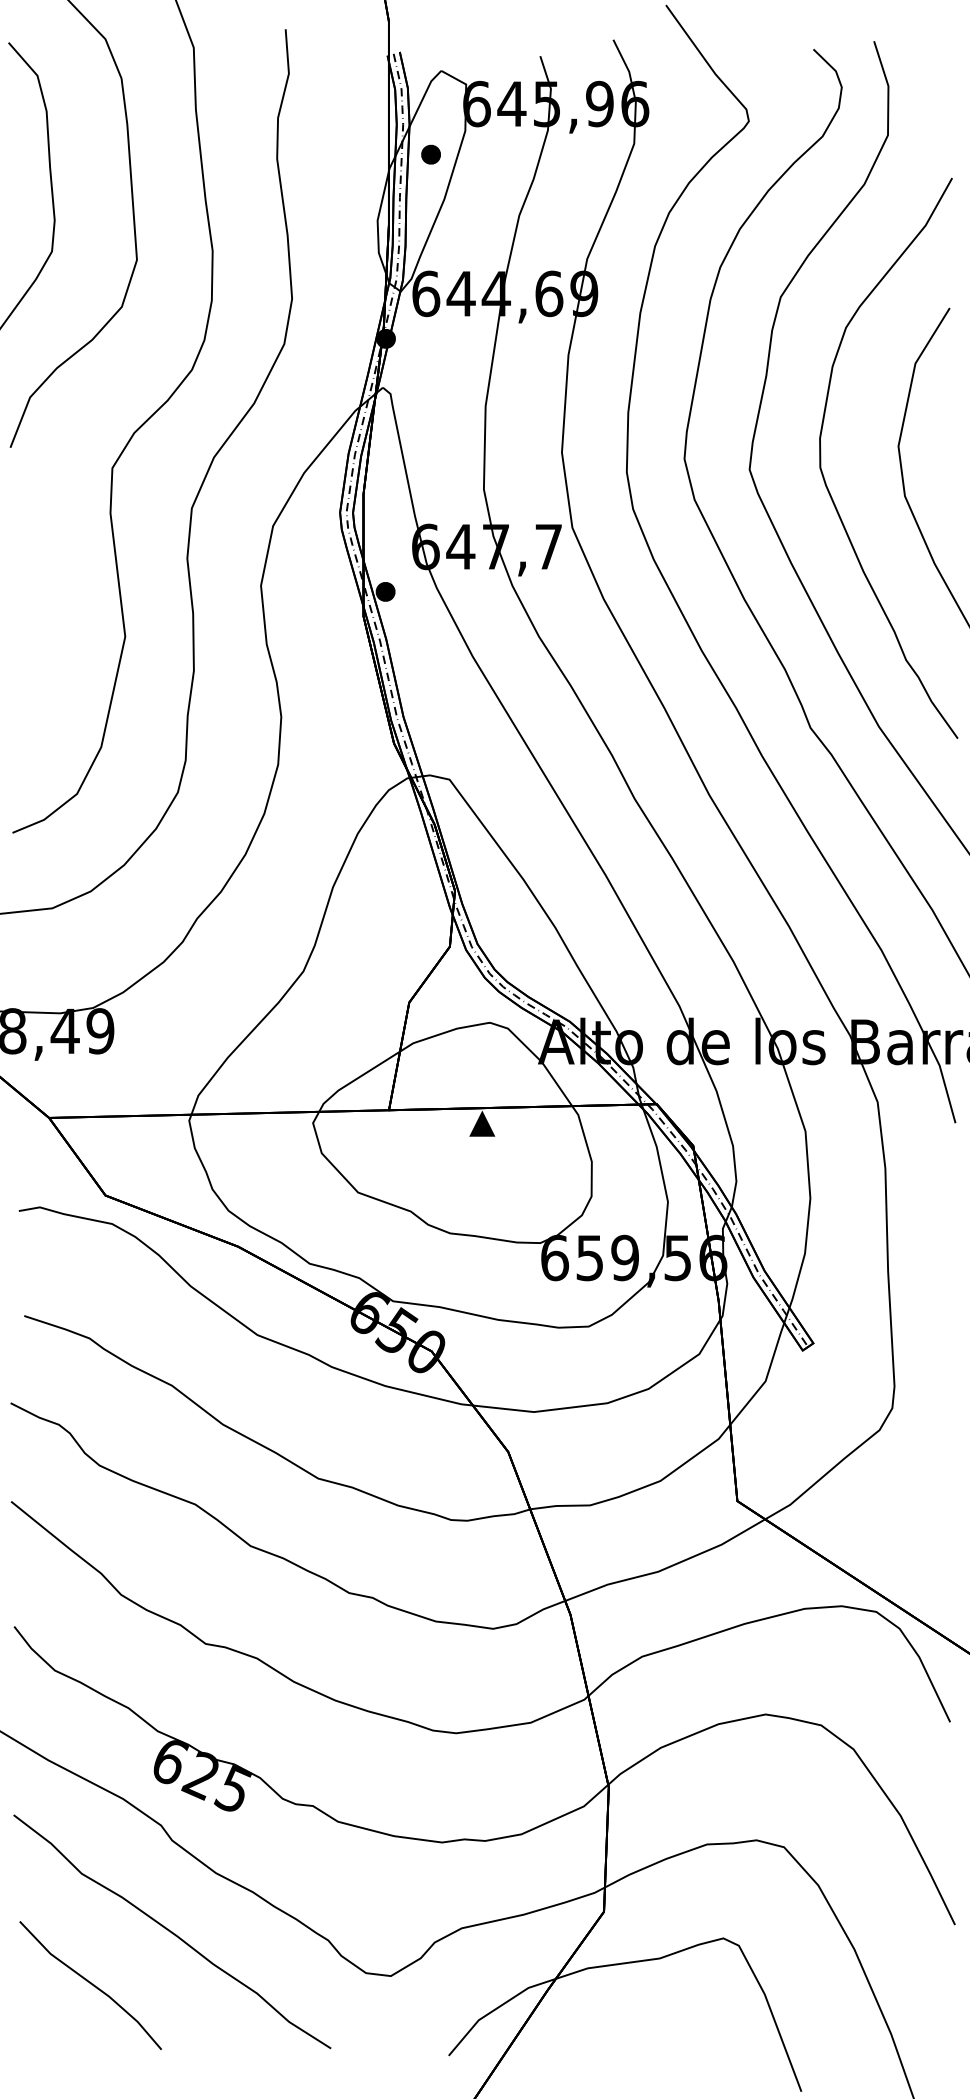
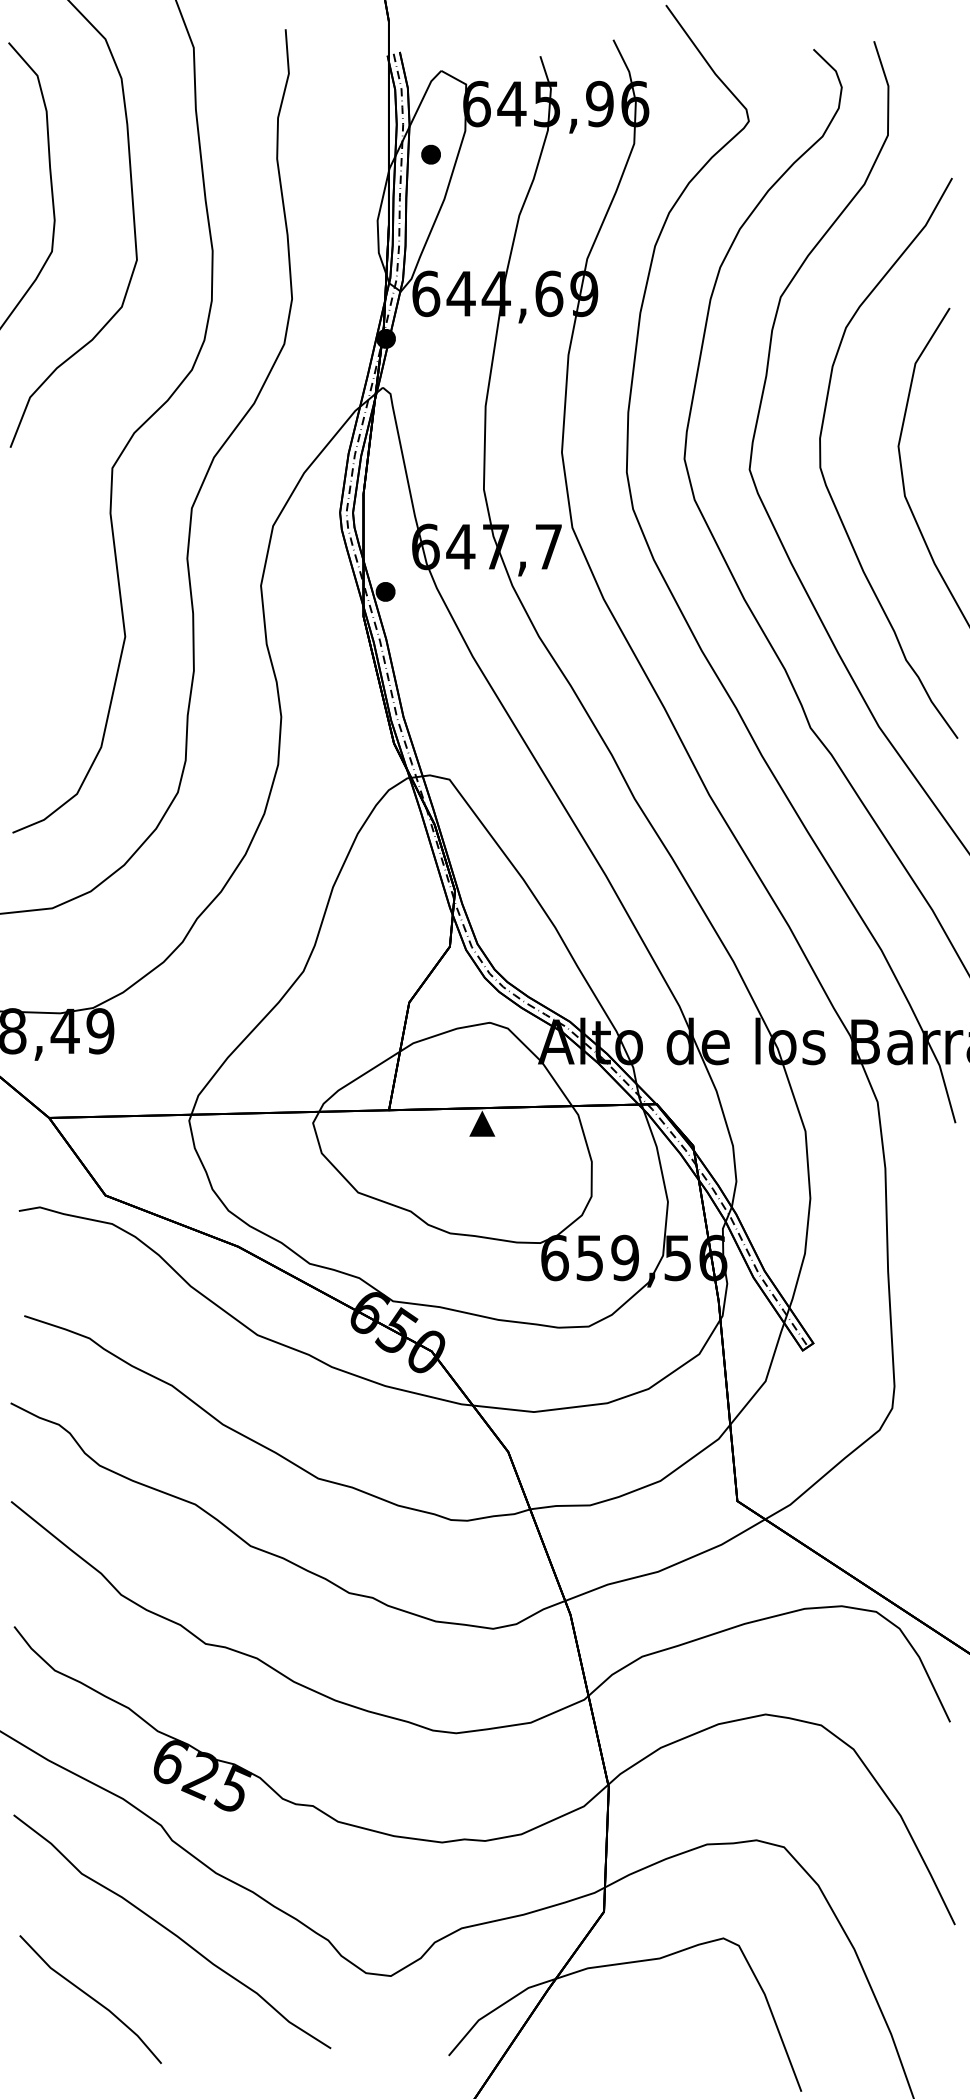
line at (90, 1984) position: (90, 1984) -> (90, 1998)
